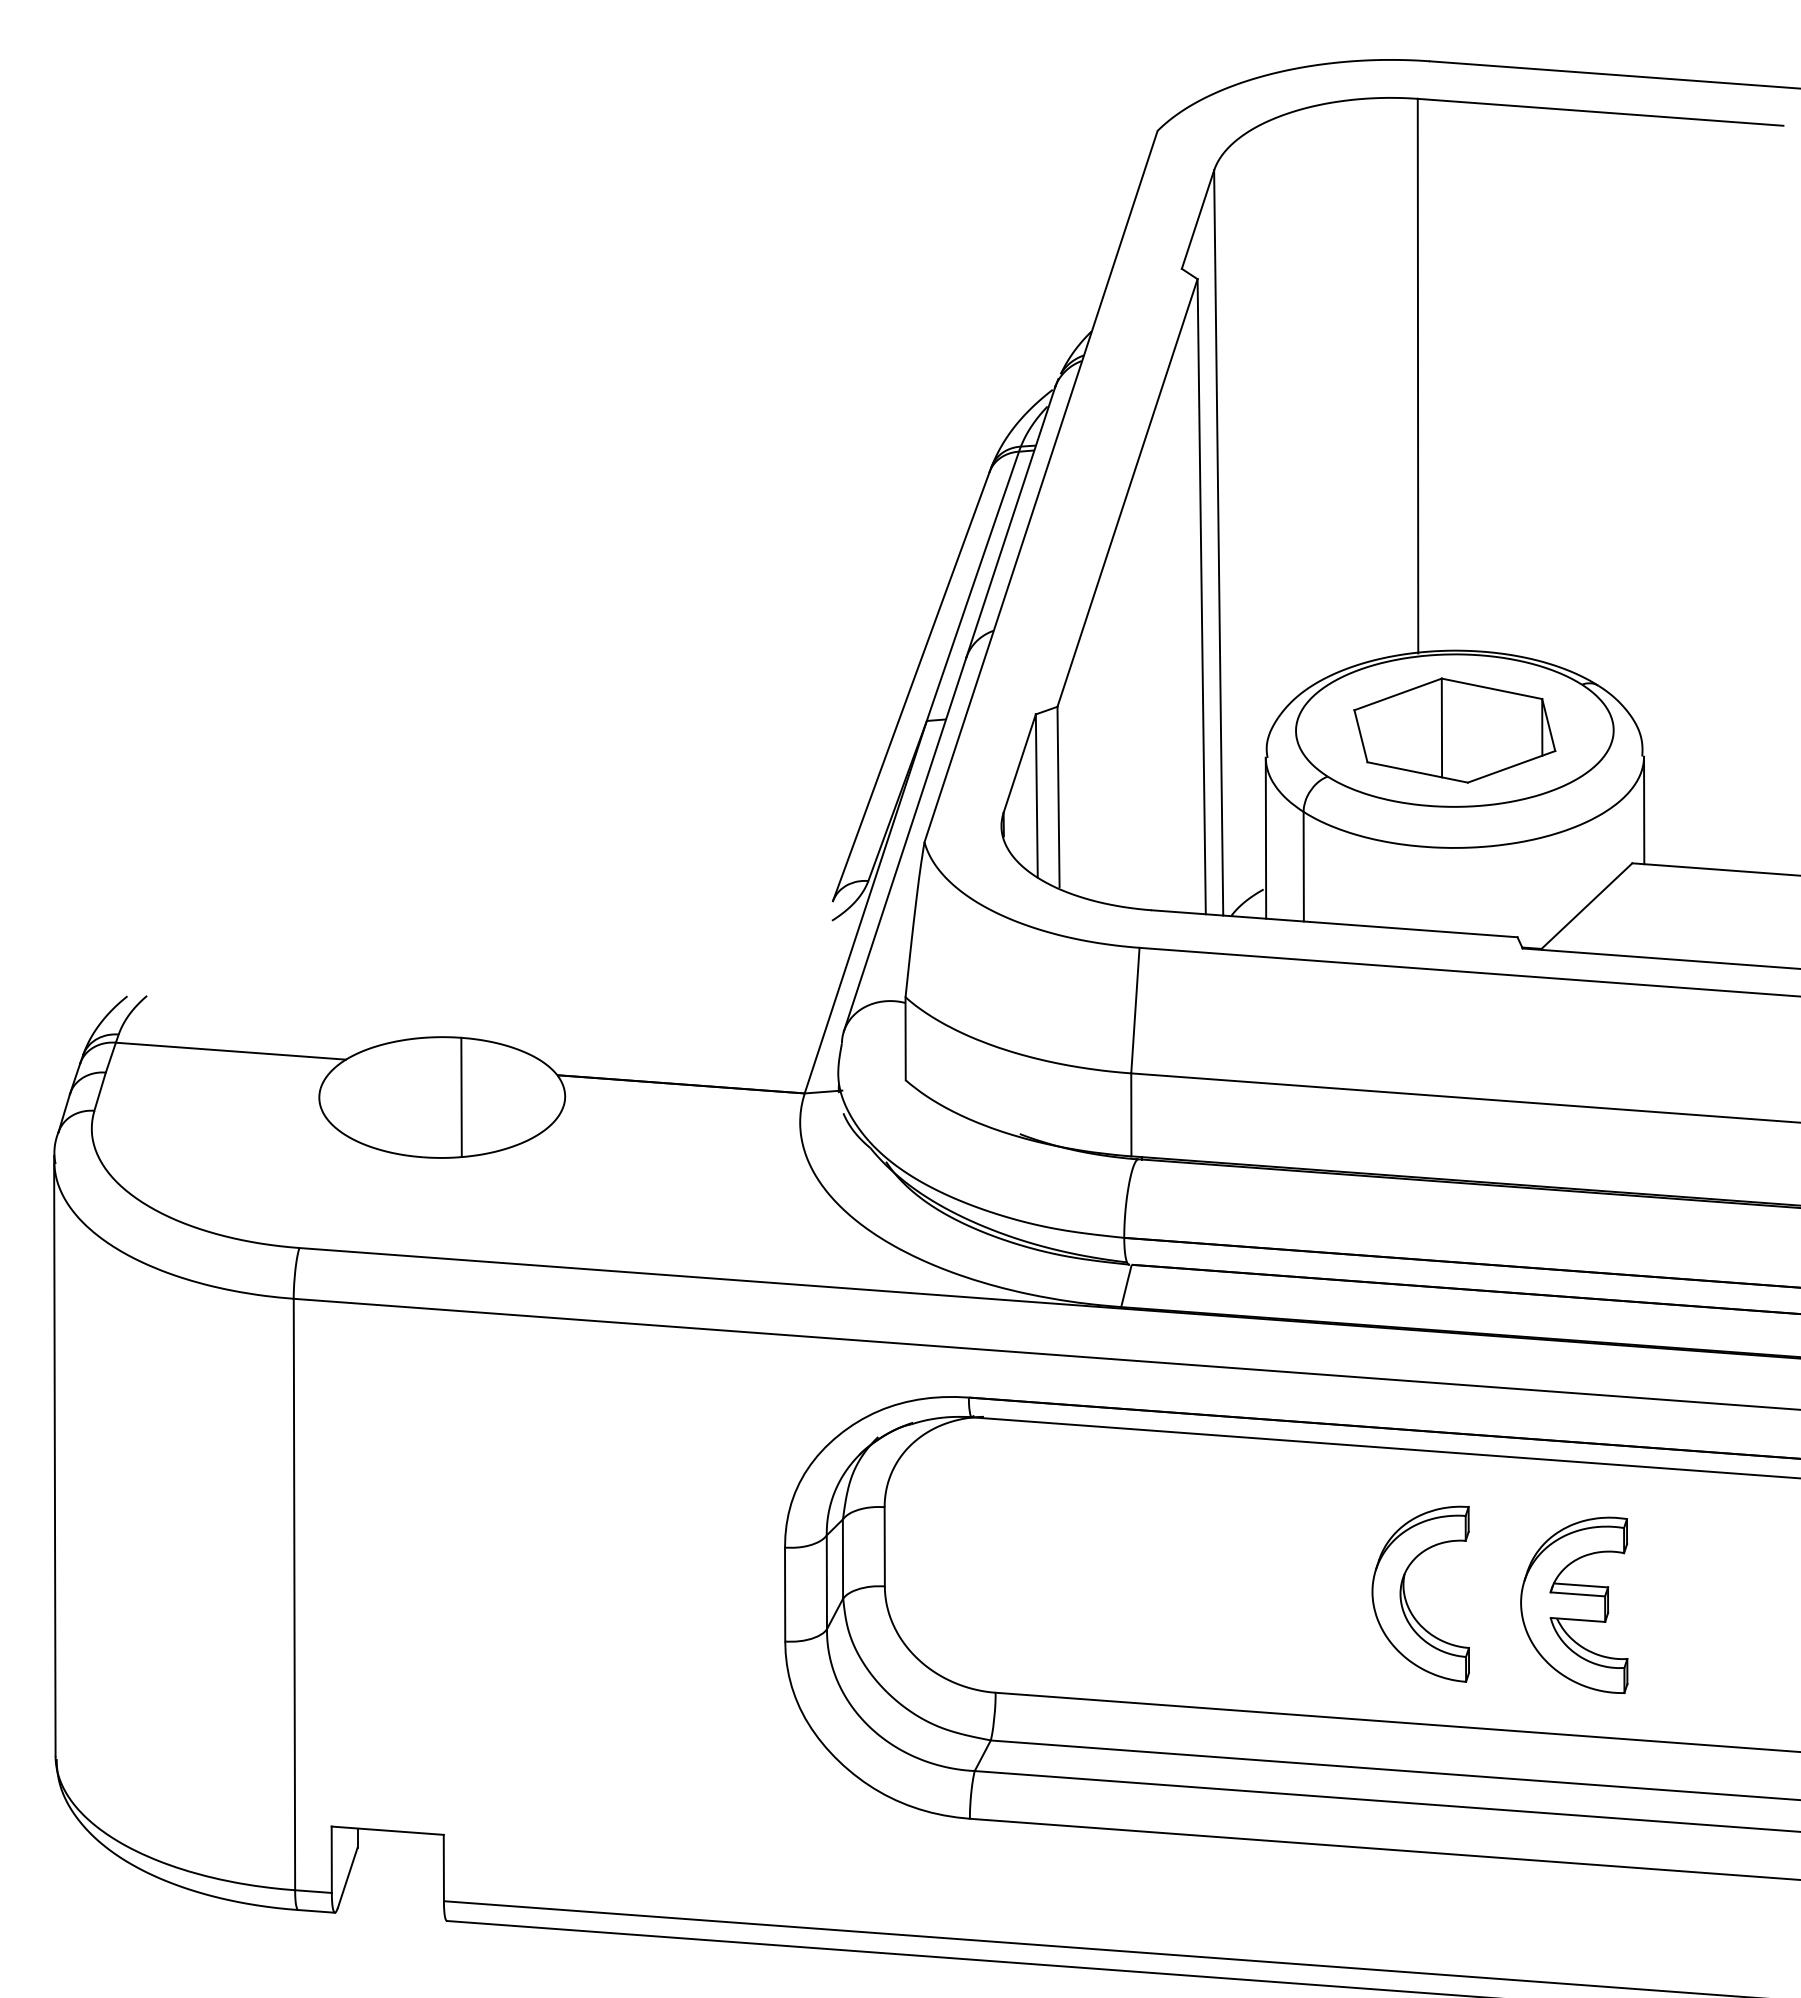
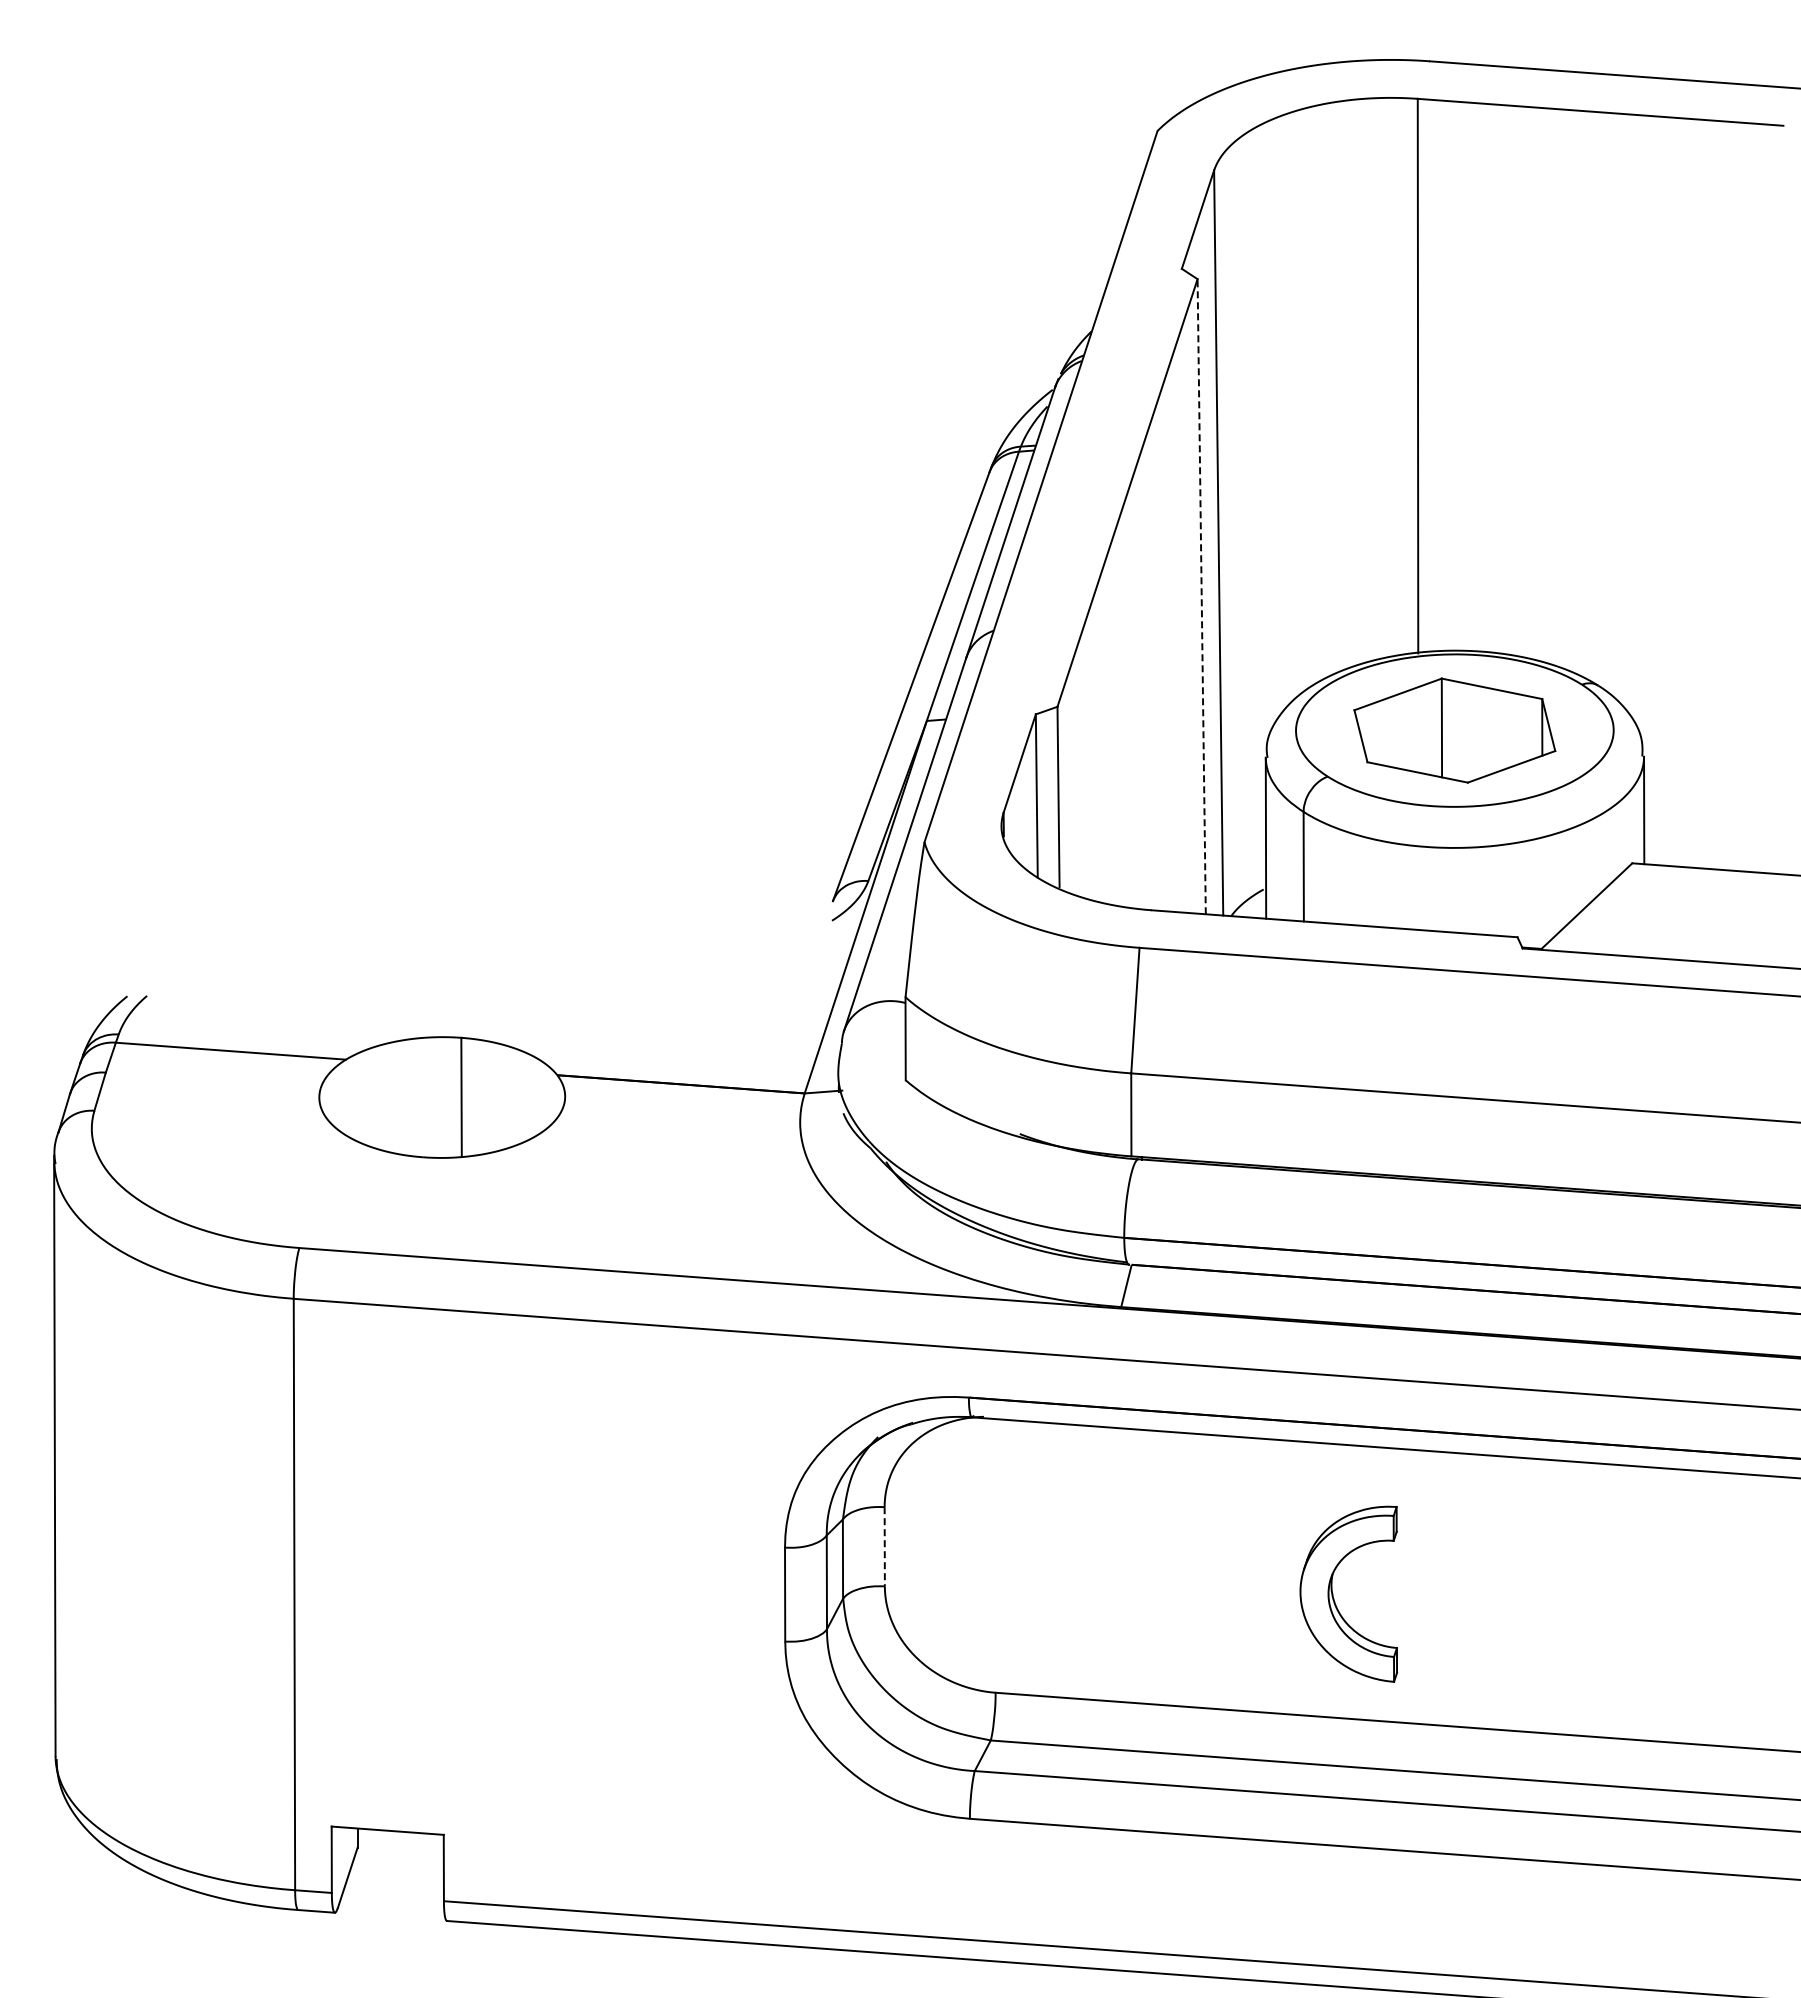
line at (1201, 596): solid -> dashed
line at (884, 1546): solid -> dashed
part at (1406, 1598) position: (1406, 1598) -> (1334, 1598)
part at (1574, 1605): present -> none
